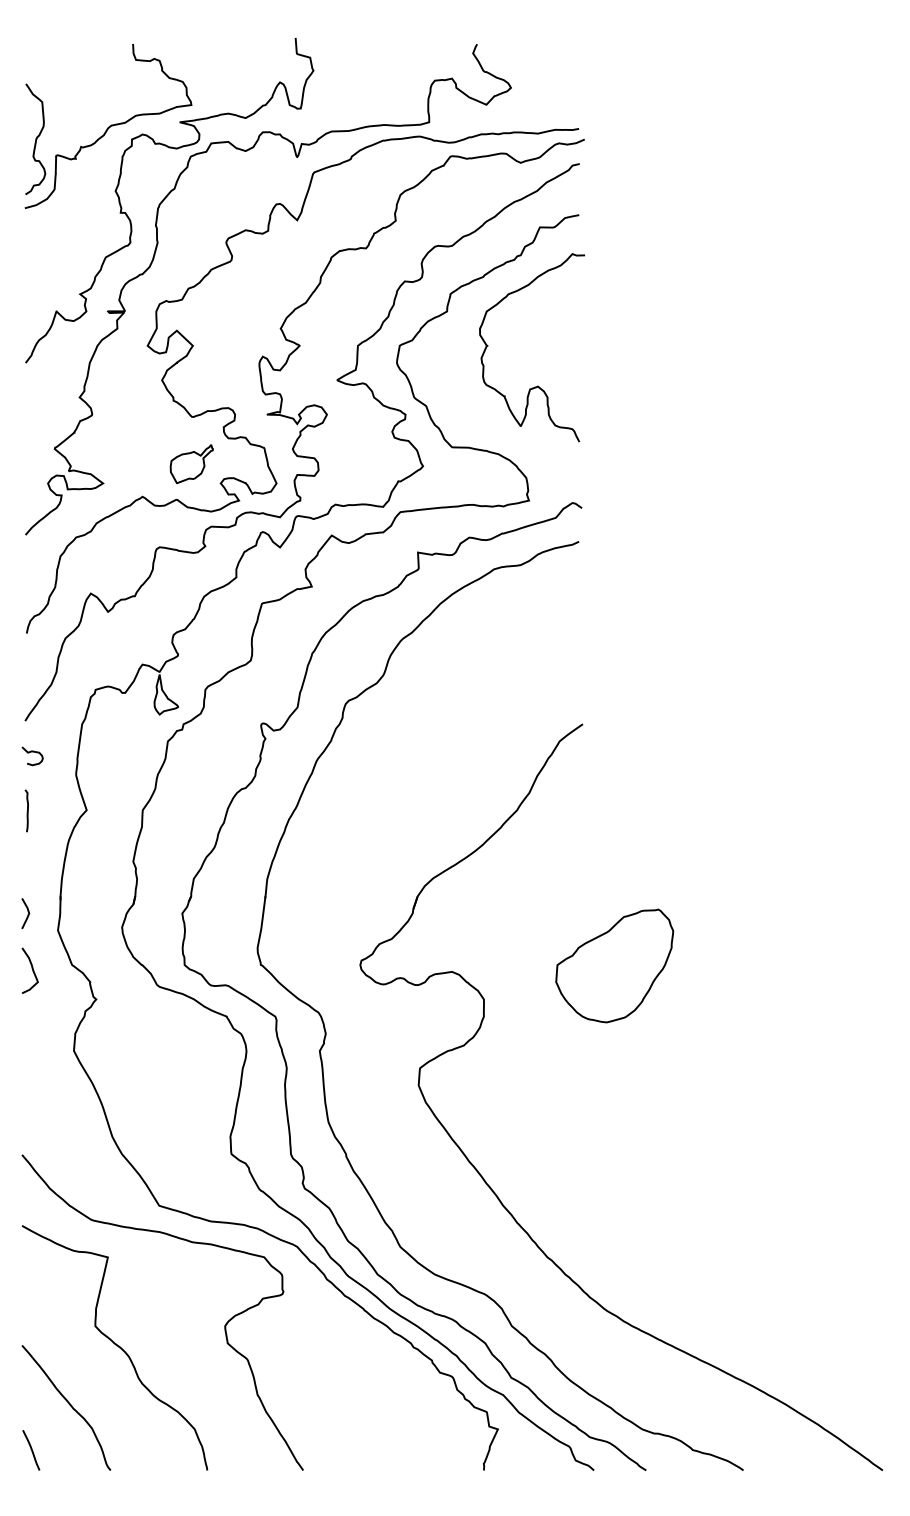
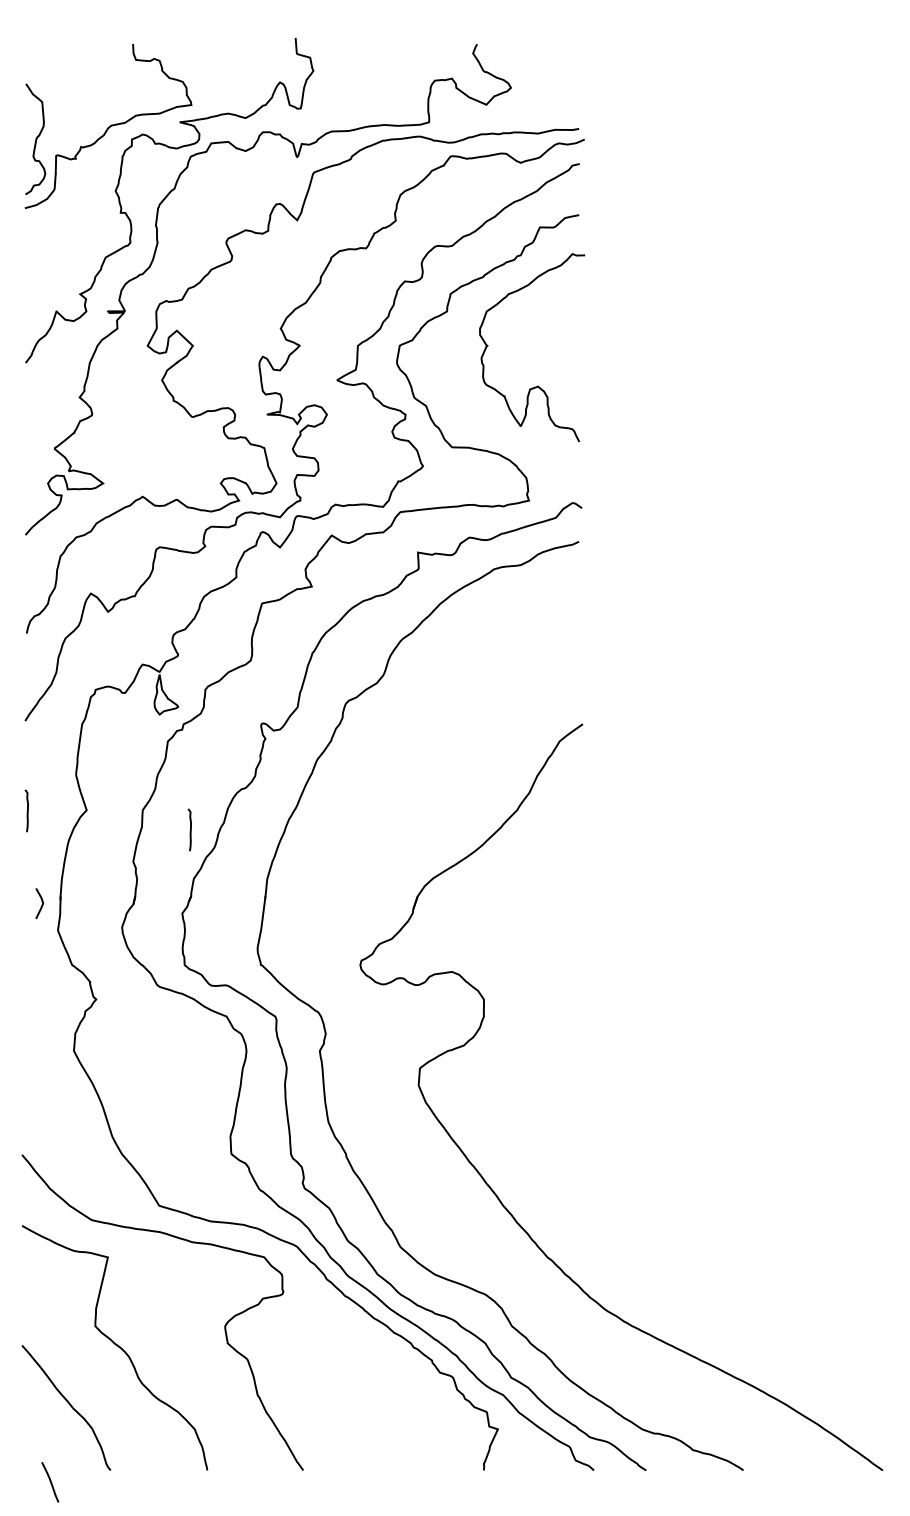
part at (191, 463): present -> none
curve at (32, 752): present -> none
curve at (190, 829): none -> present
line at (27, 914) position: (27, 914) -> (41, 904)
part at (614, 965): present -> none
curve at (31, 968): present -> none
line at (31, 1450) position: (31, 1450) -> (50, 1482)
